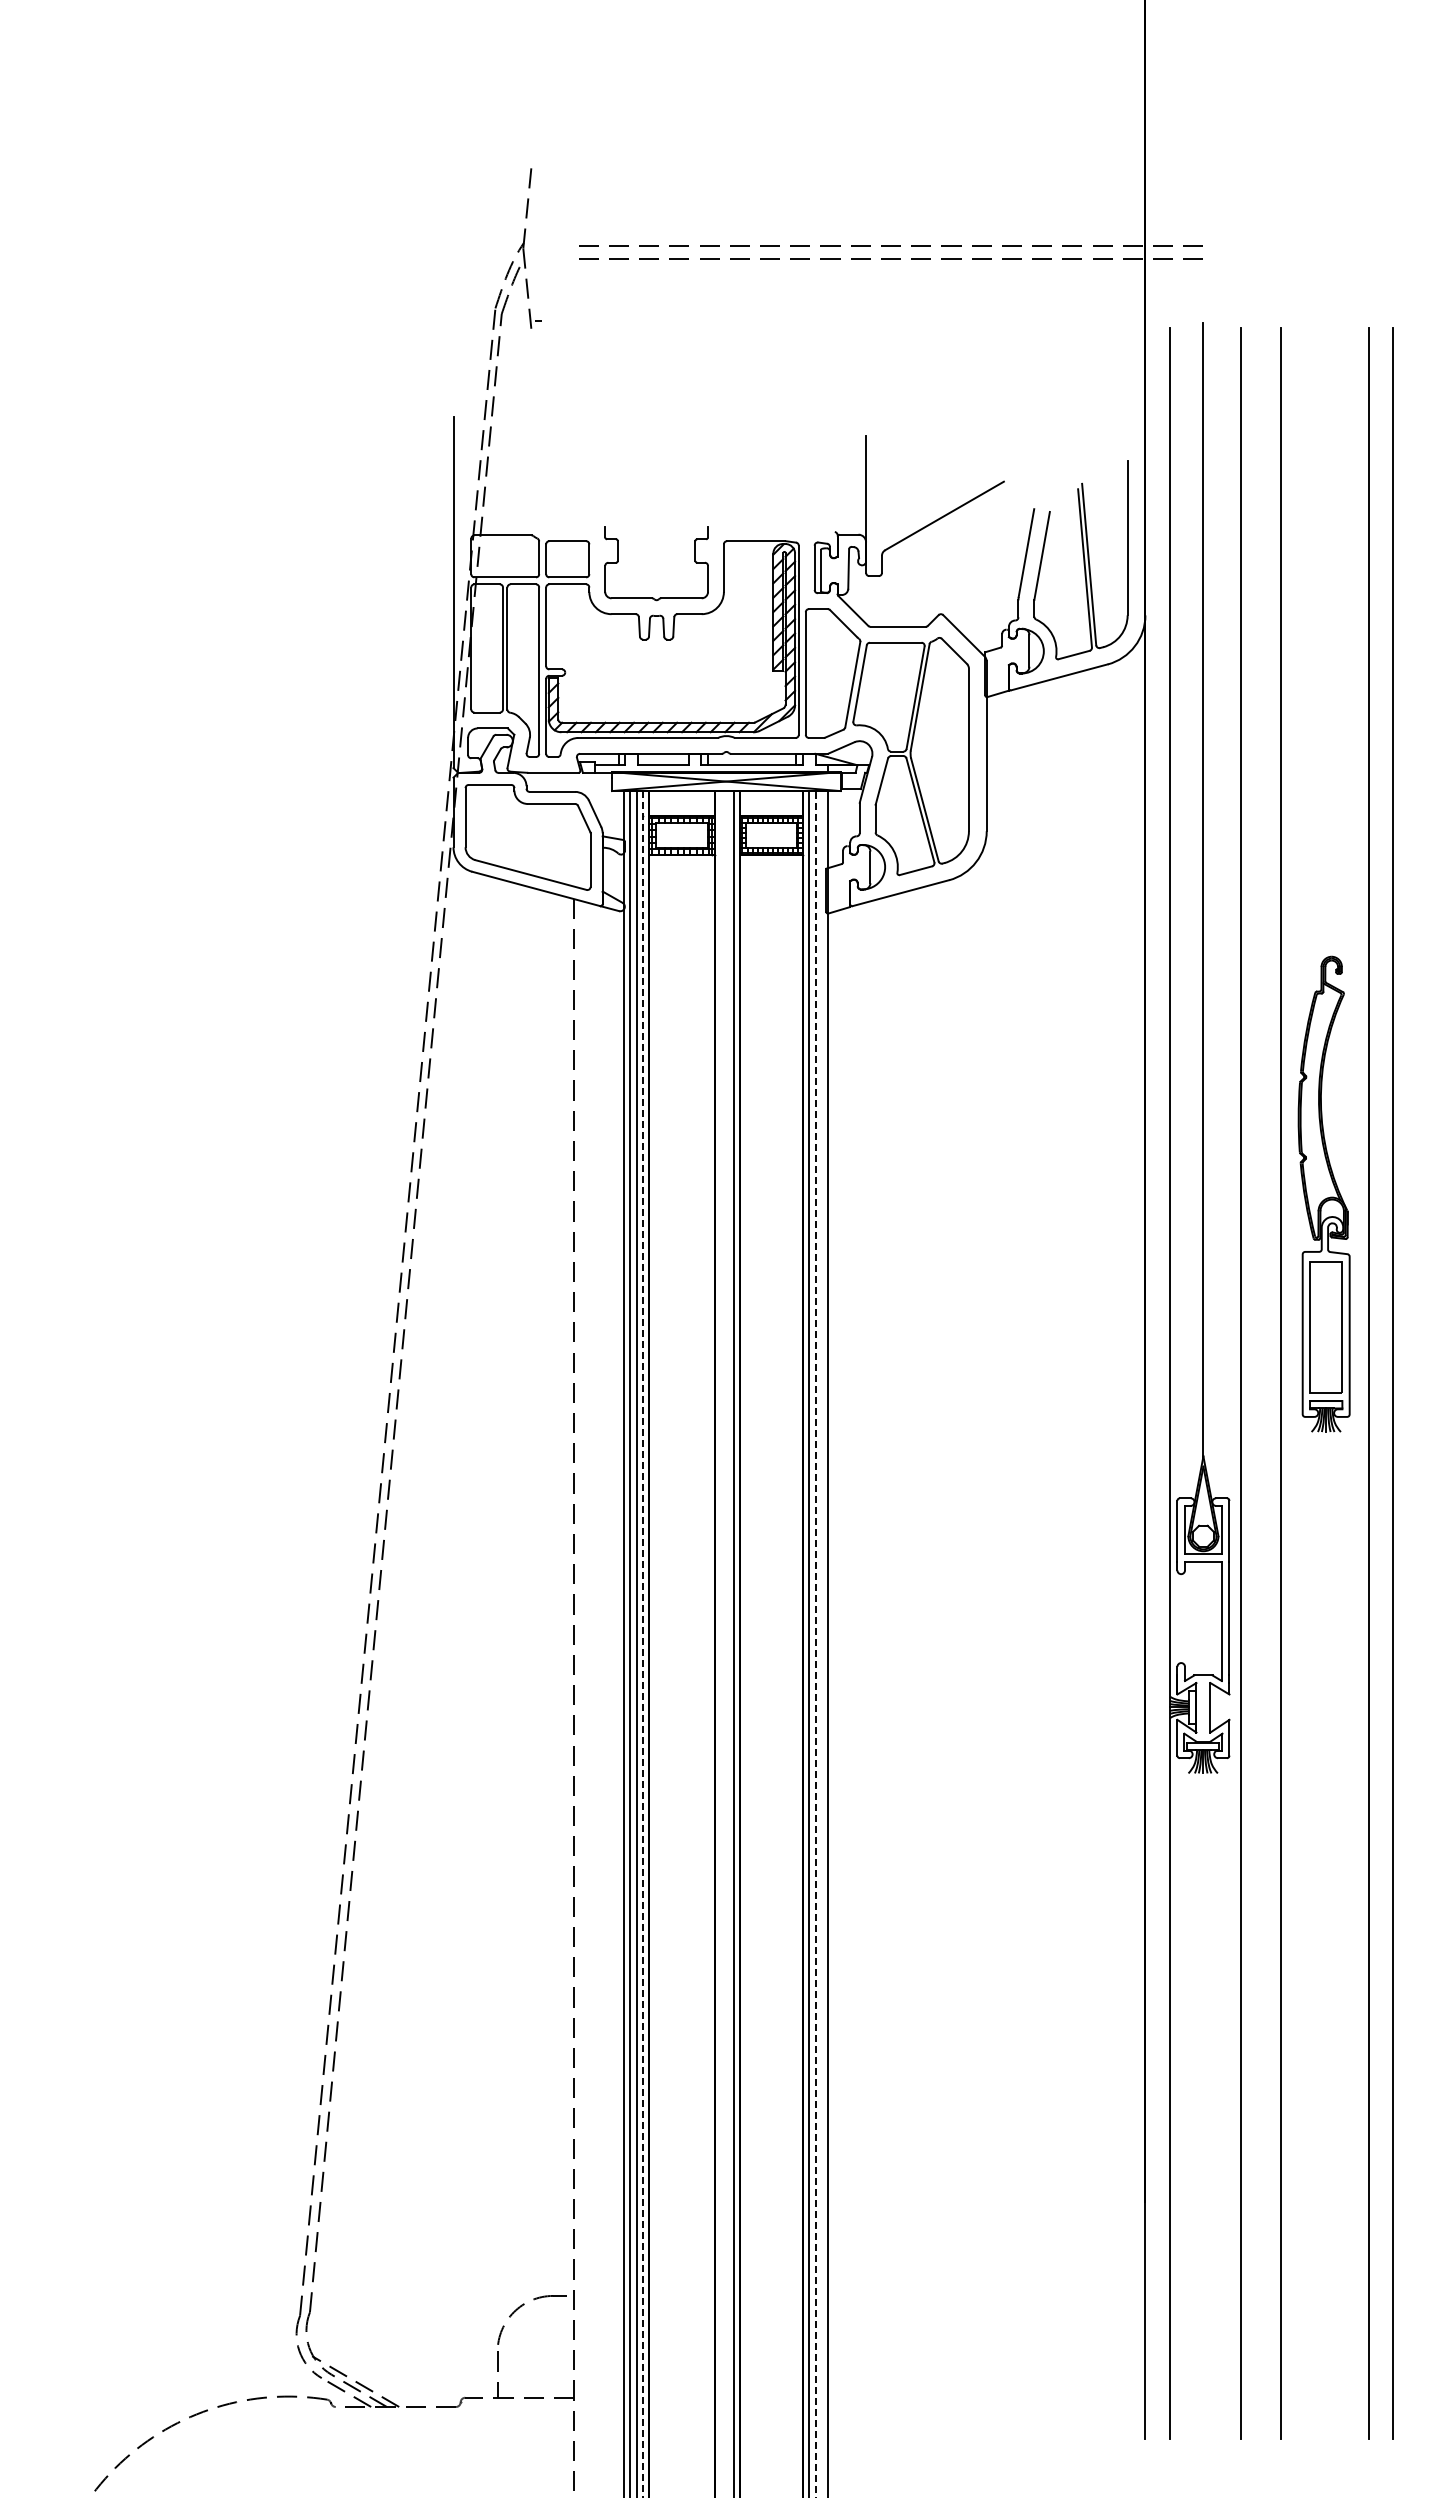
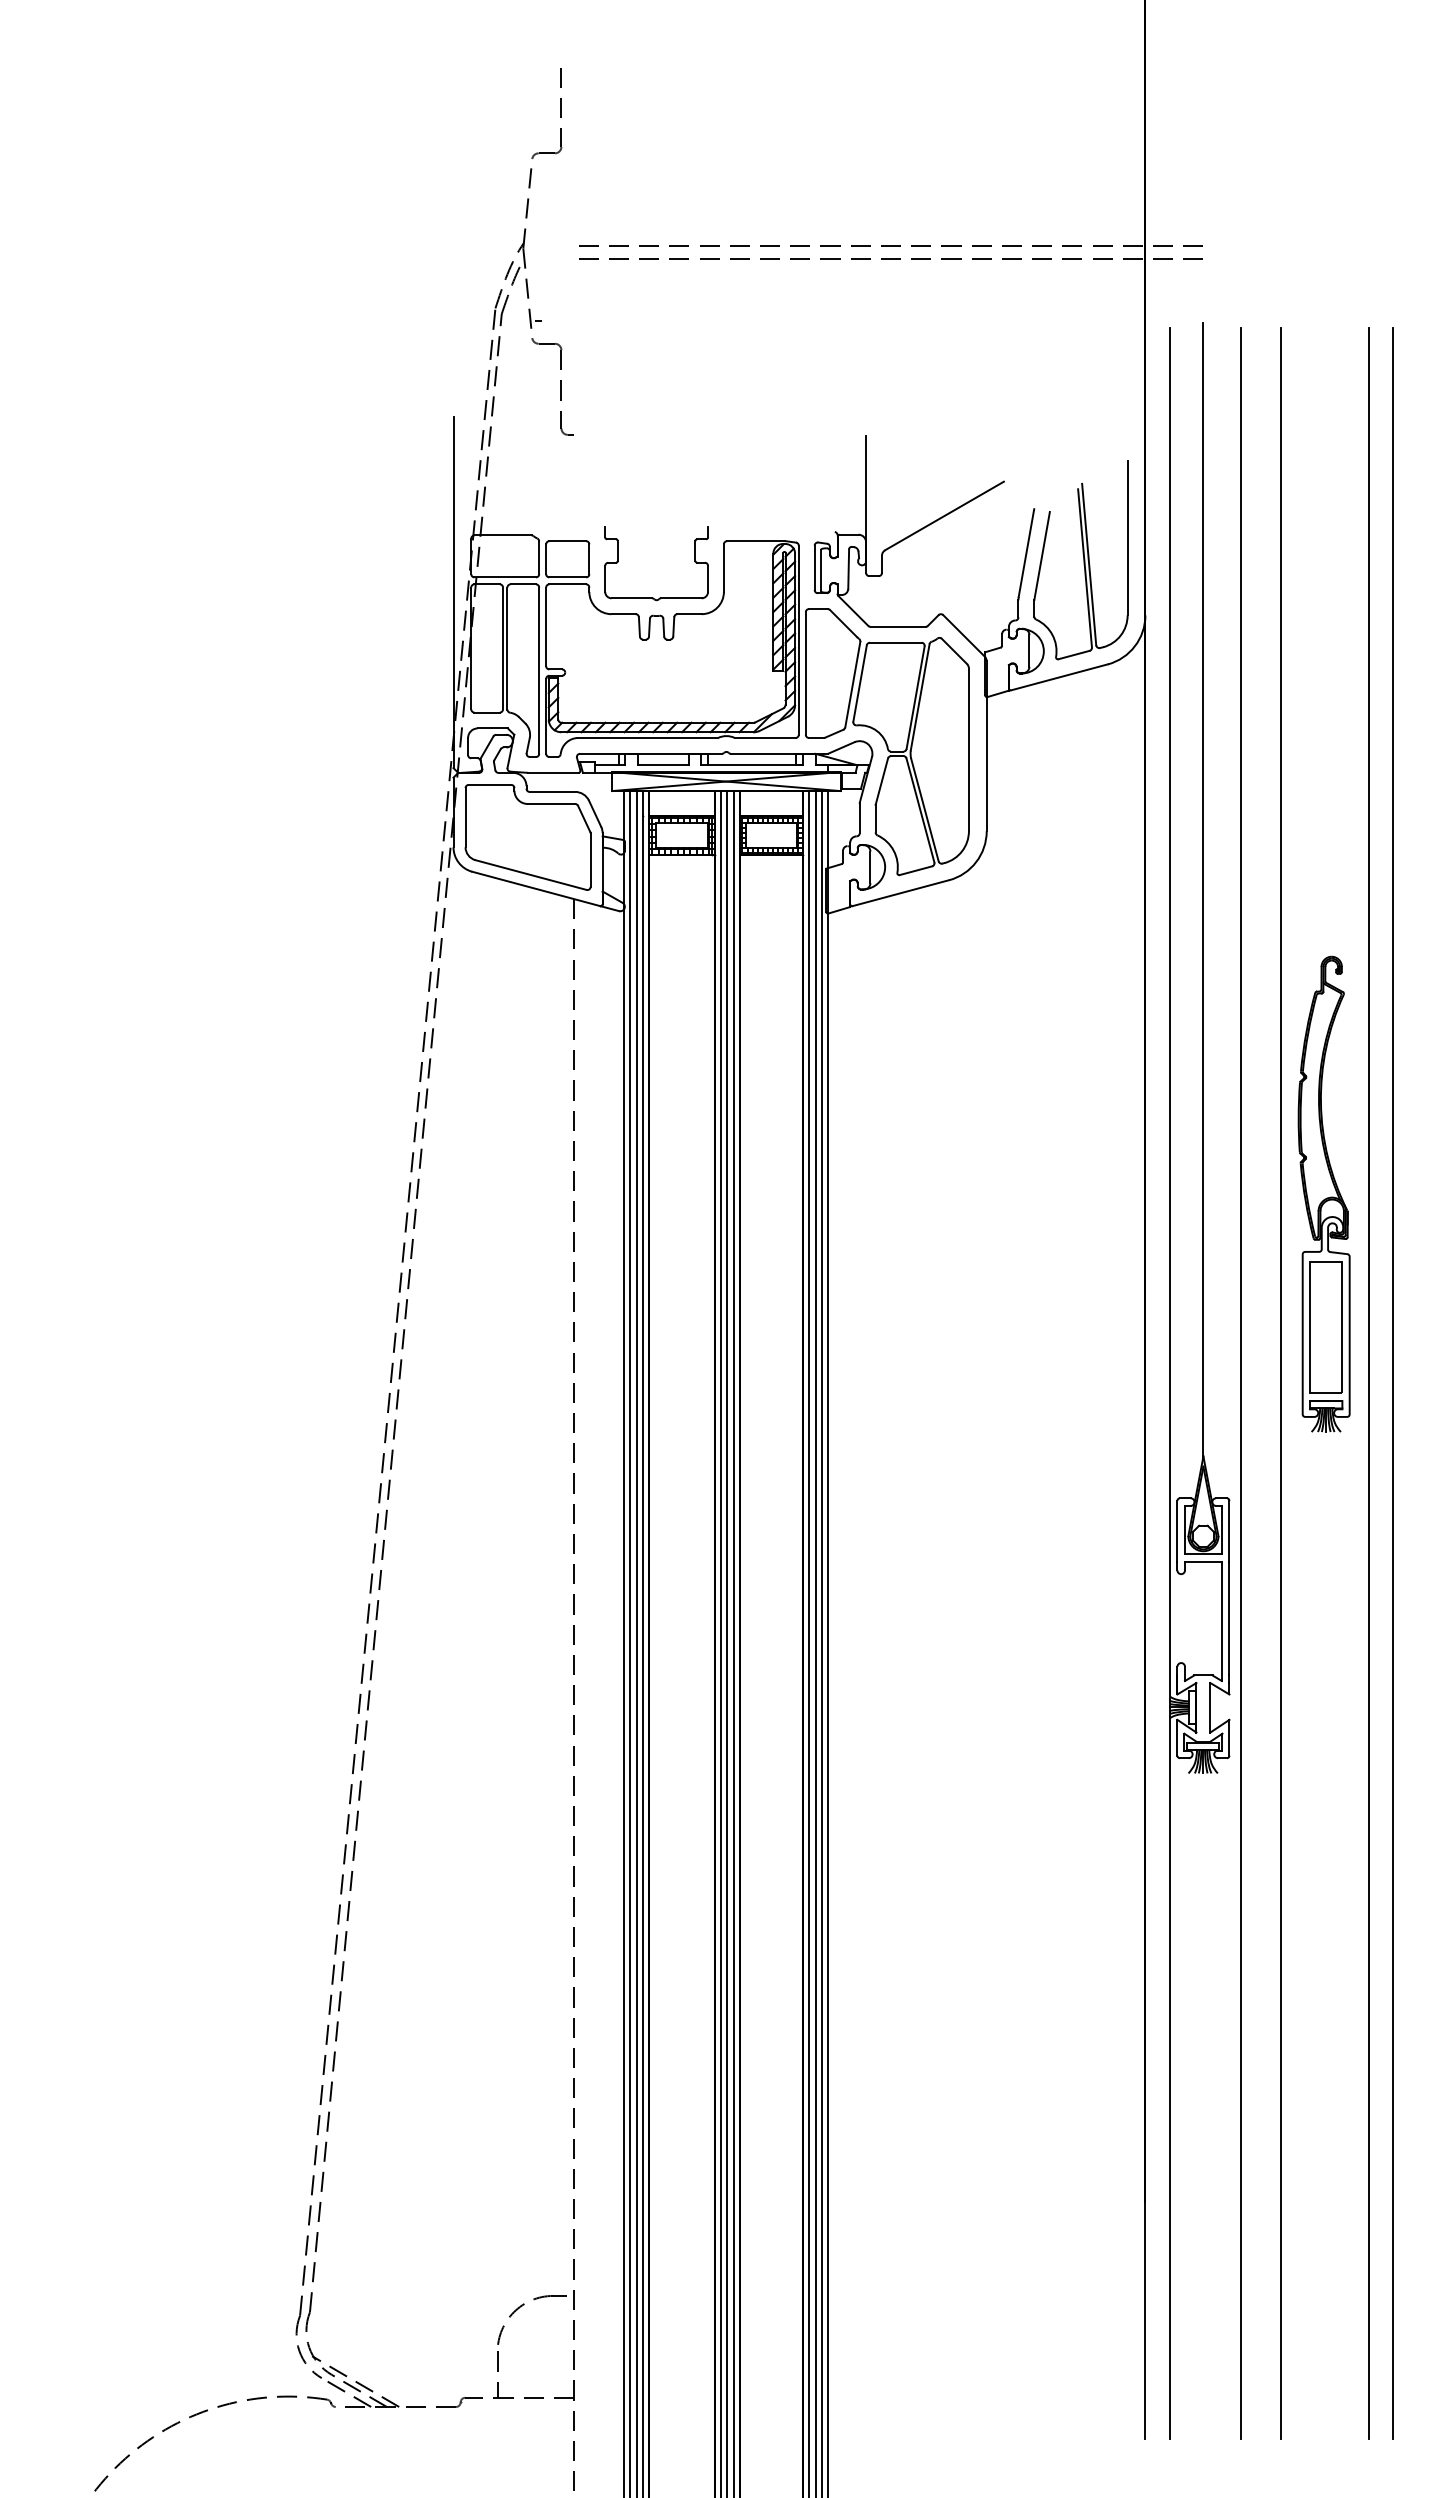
part at (560, 113): none -> present
part at (560, 386): none -> present
line at (721, 1642): none -> present
line at (727, 1642): none -> present
line at (822, 1642): none -> present
line at (815, 1644): dashed -> solid
line at (643, 1645): dashed -> solid
